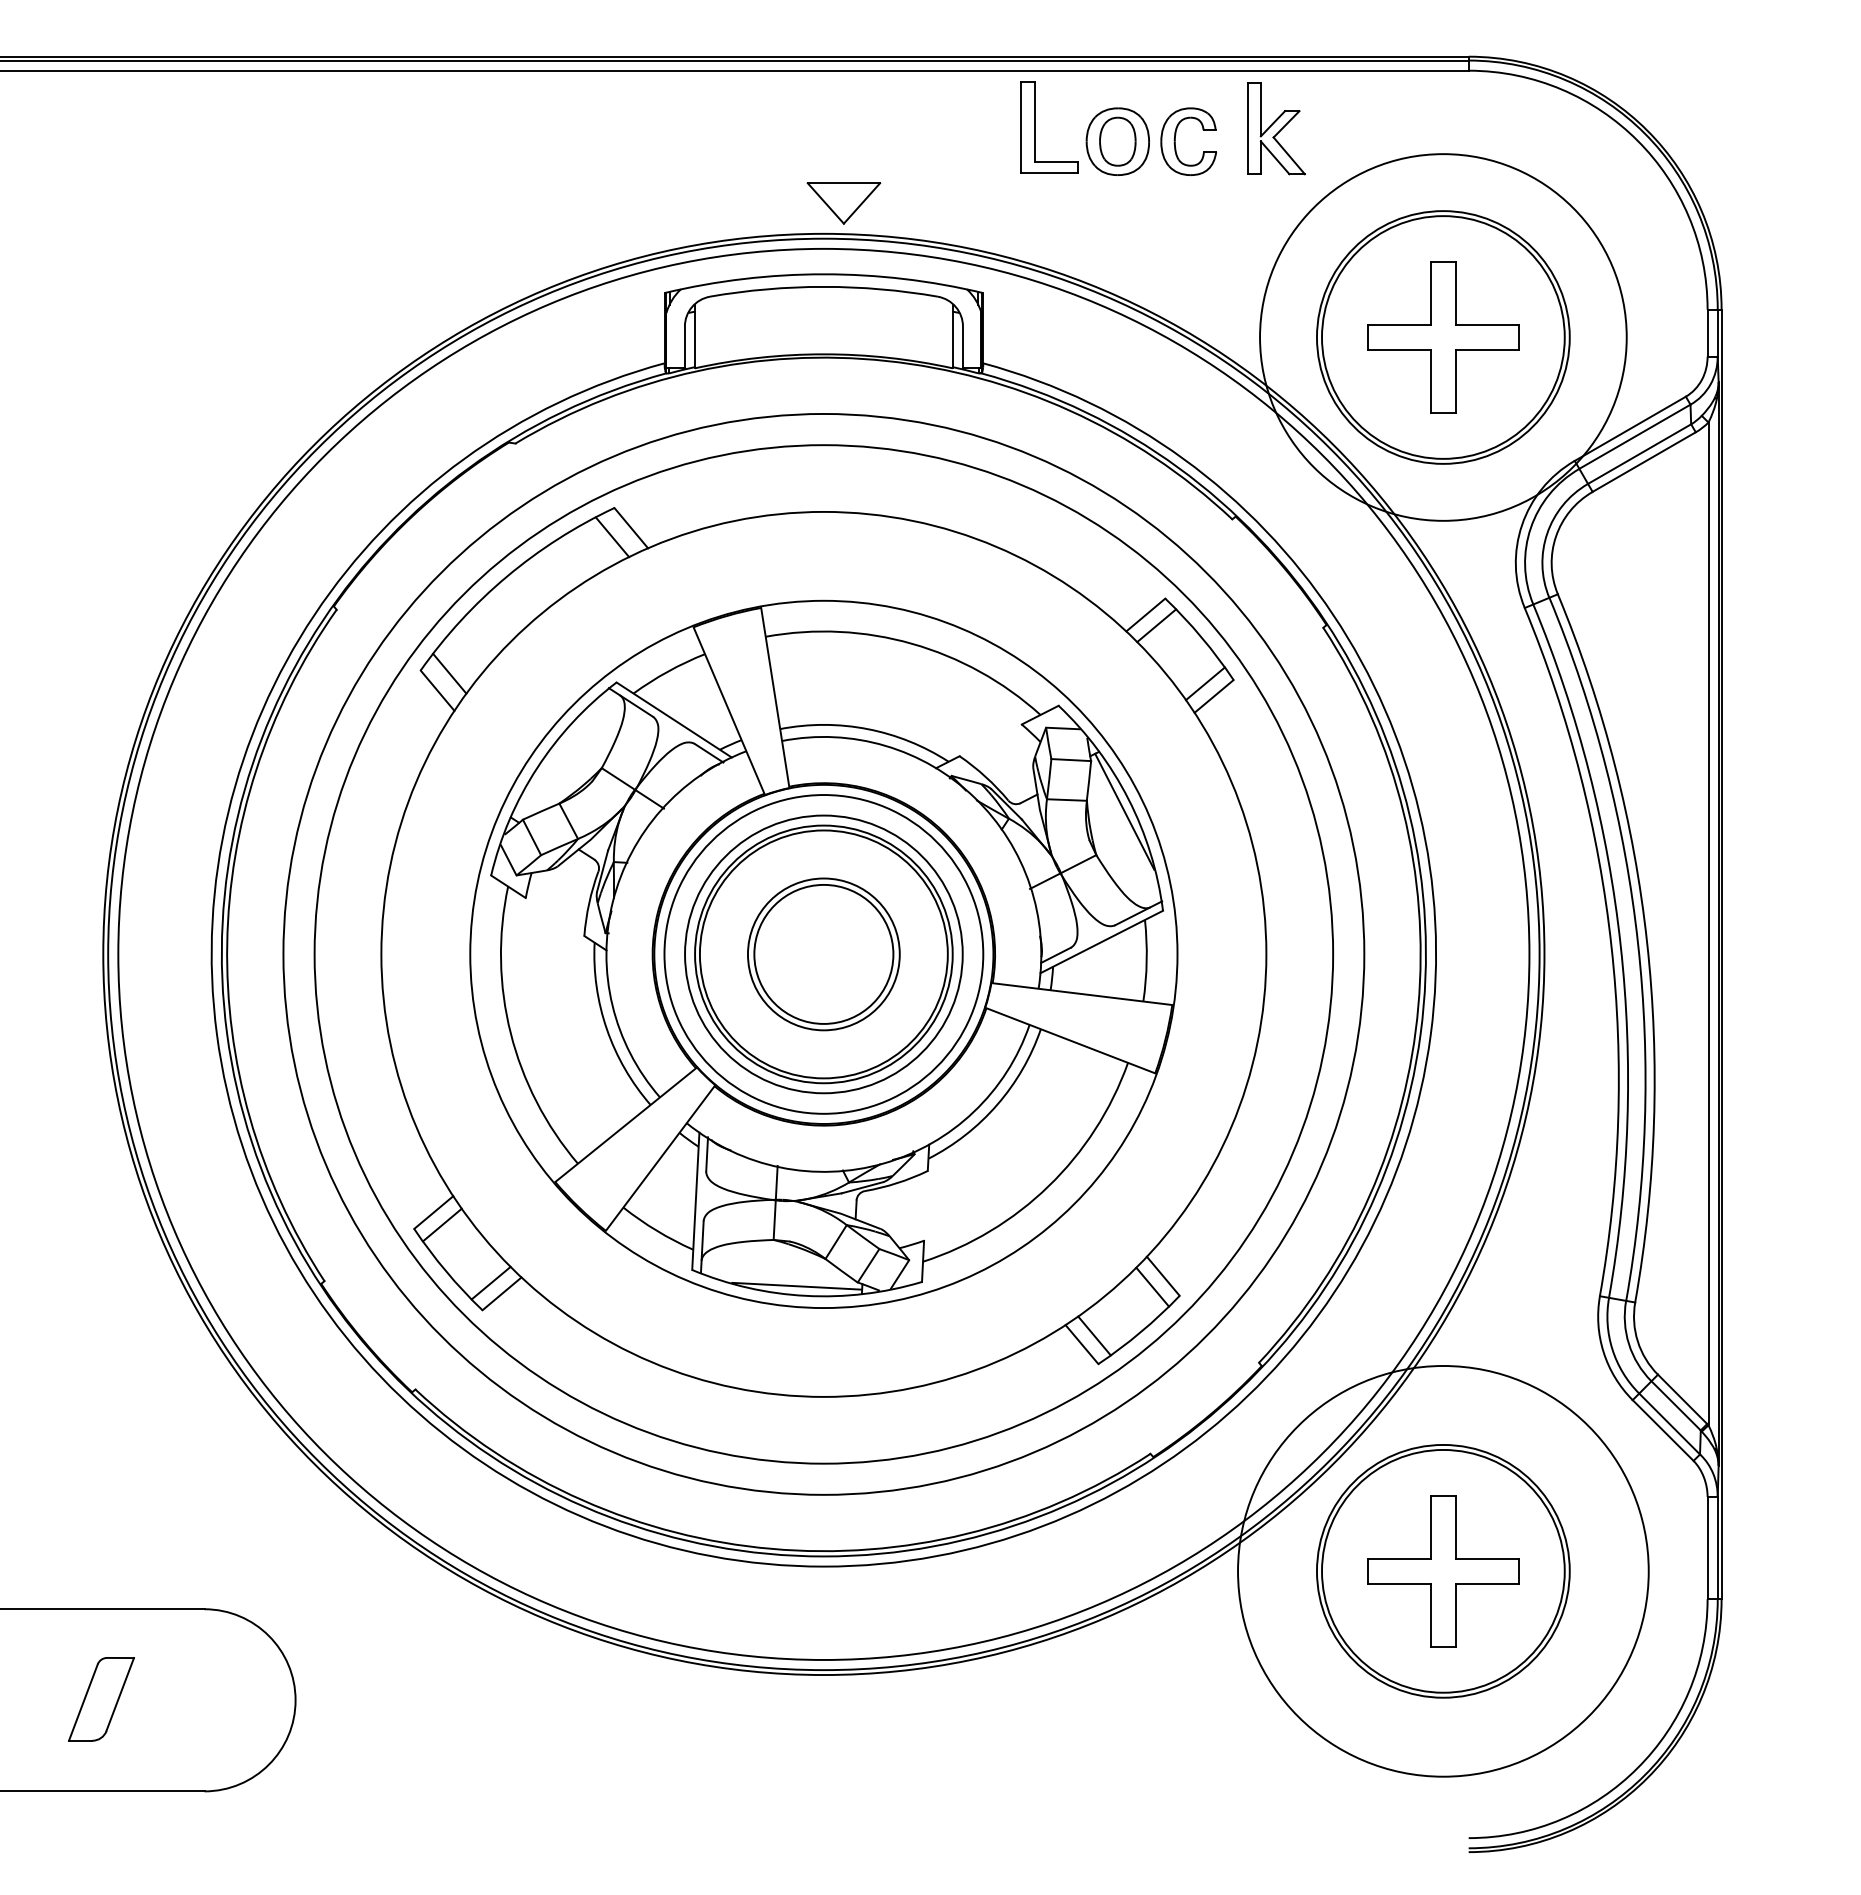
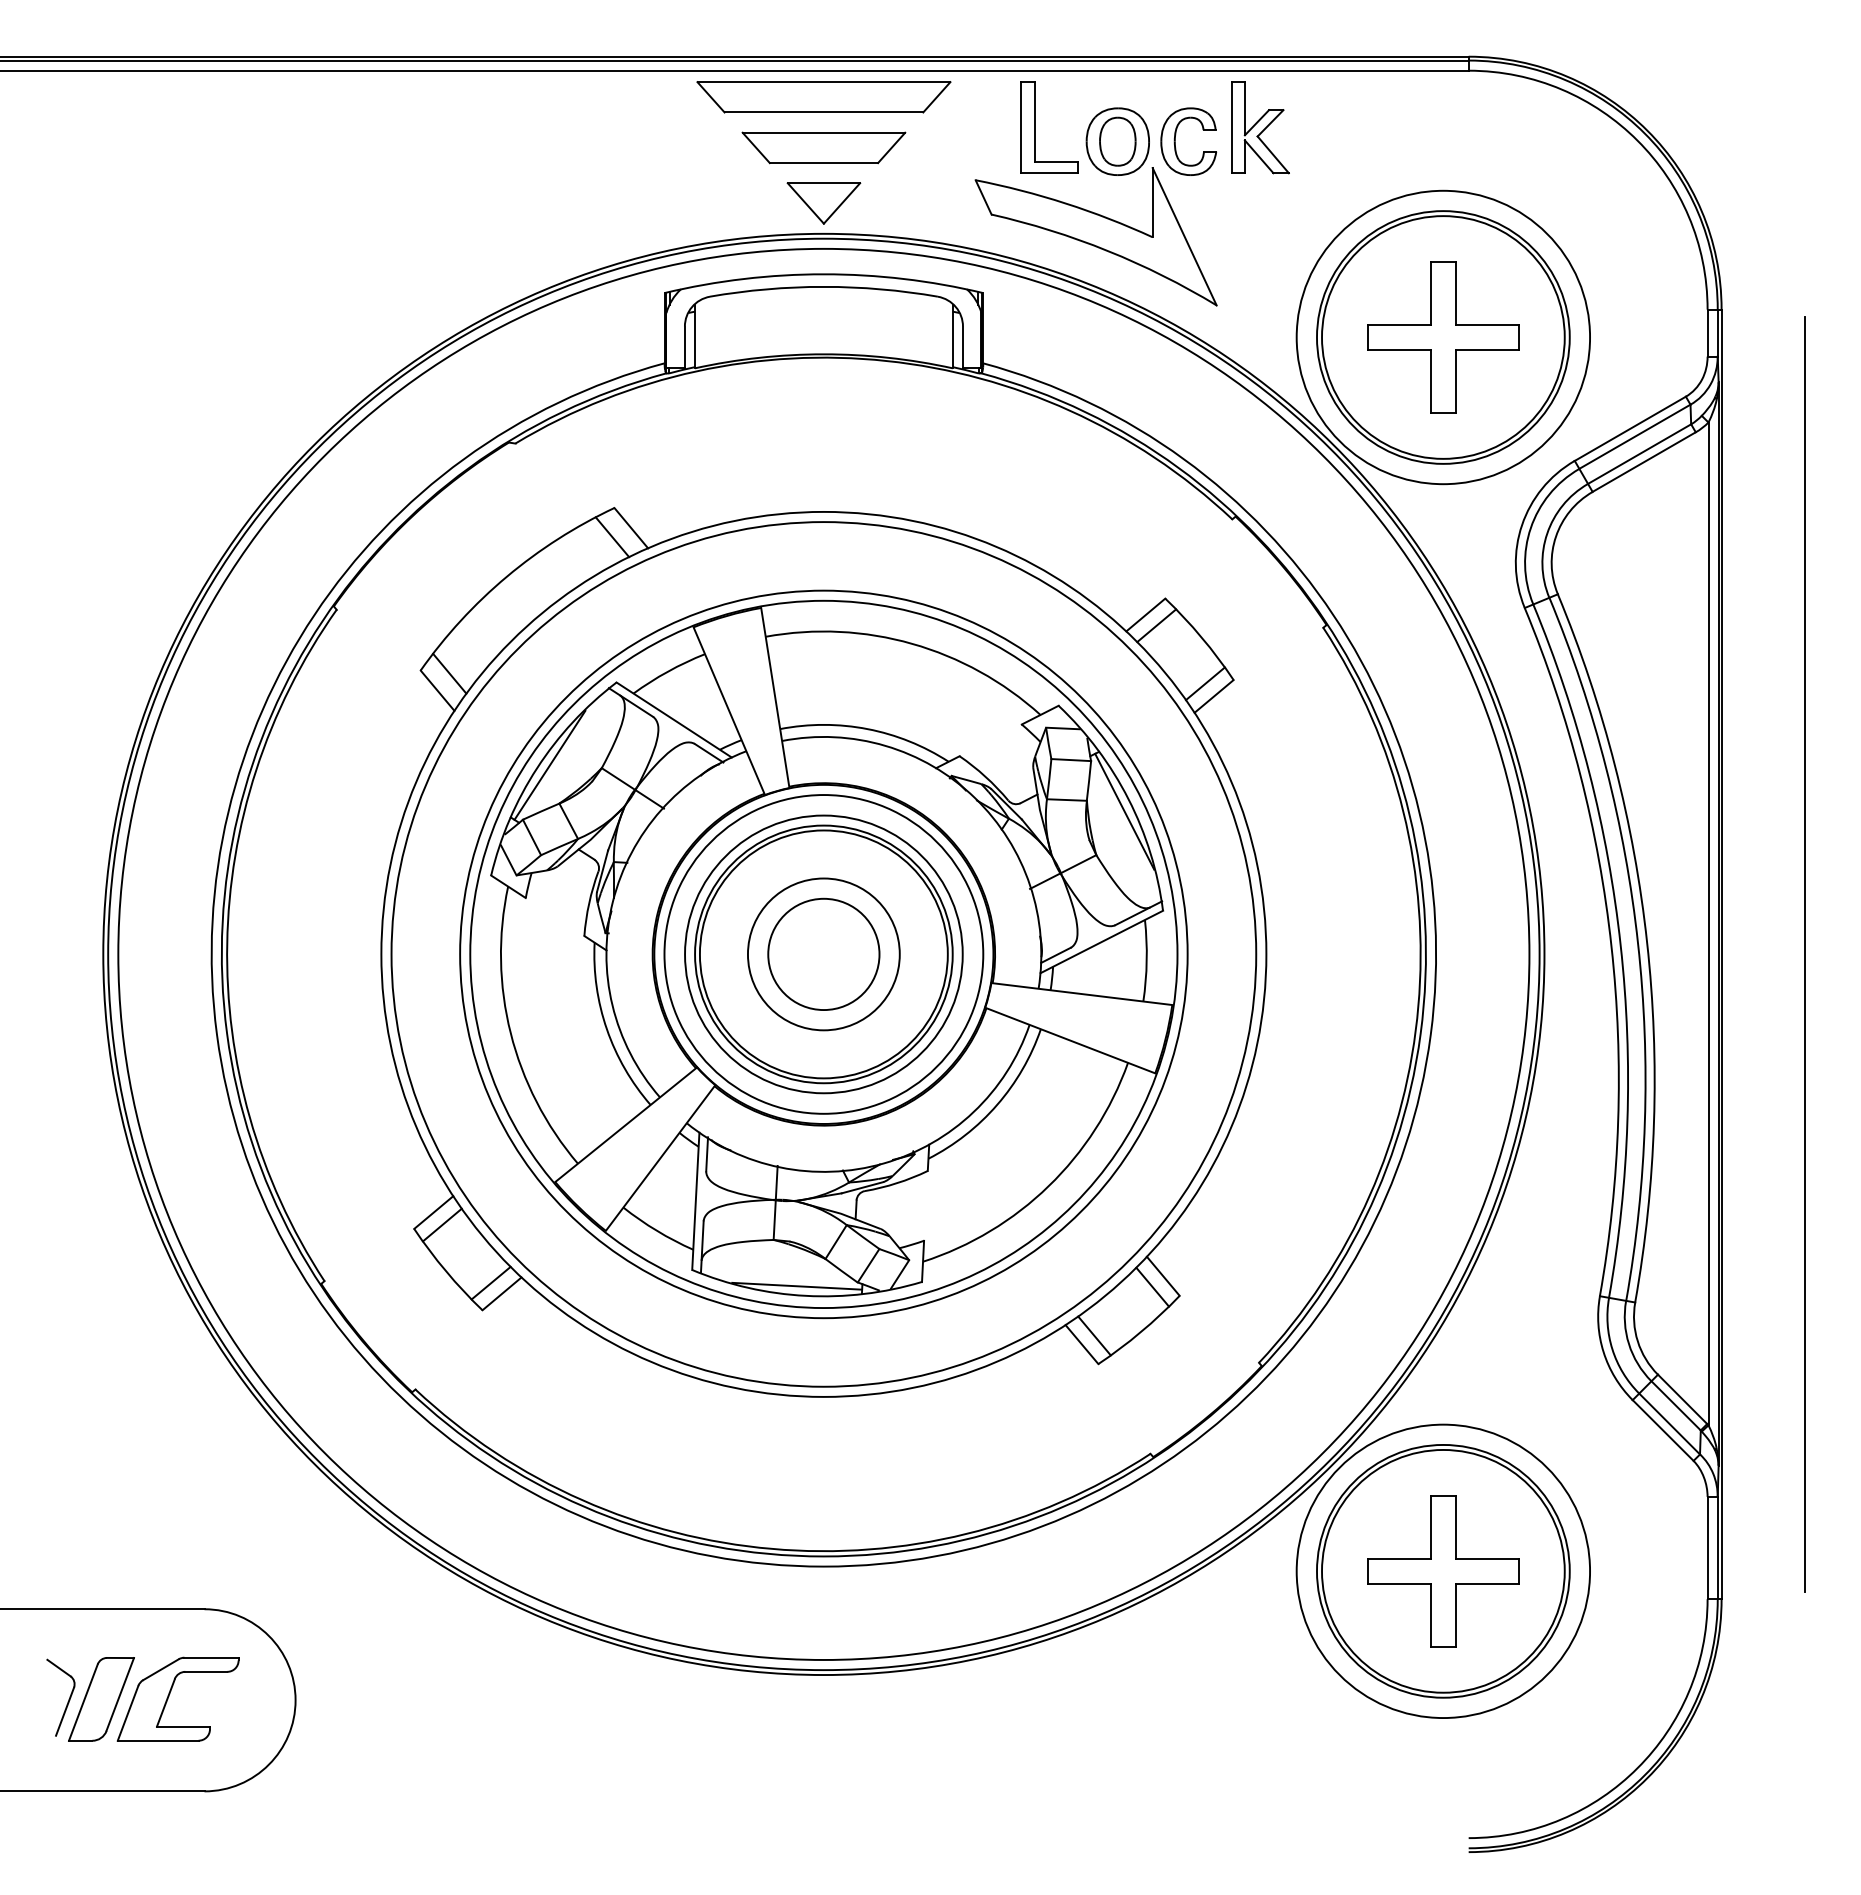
part at (823, 97): none -> present
part at (1276, 128) position: (1276, 128) -> (1260, 127)
part at (823, 147): none -> present
part at (843, 203) position: (843, 203) -> (823, 203)
part at (1095, 236): none -> present
circle at (1443, 337) diameter: 367 px -> 293 px
line at (549, 764): none -> present
circle at (823, 953) diameter: 1081 px -> 865 px
circle at (823, 953) diameter: 139 px -> 111 px
circle at (823, 954) diameter: 1019 px -> 728 px
line at (1804, 954): none -> present
circle at (1443, 1571) diameter: 411 px -> 293 px
part at (170, 1694): none -> present
part at (67, 1701): none -> present
